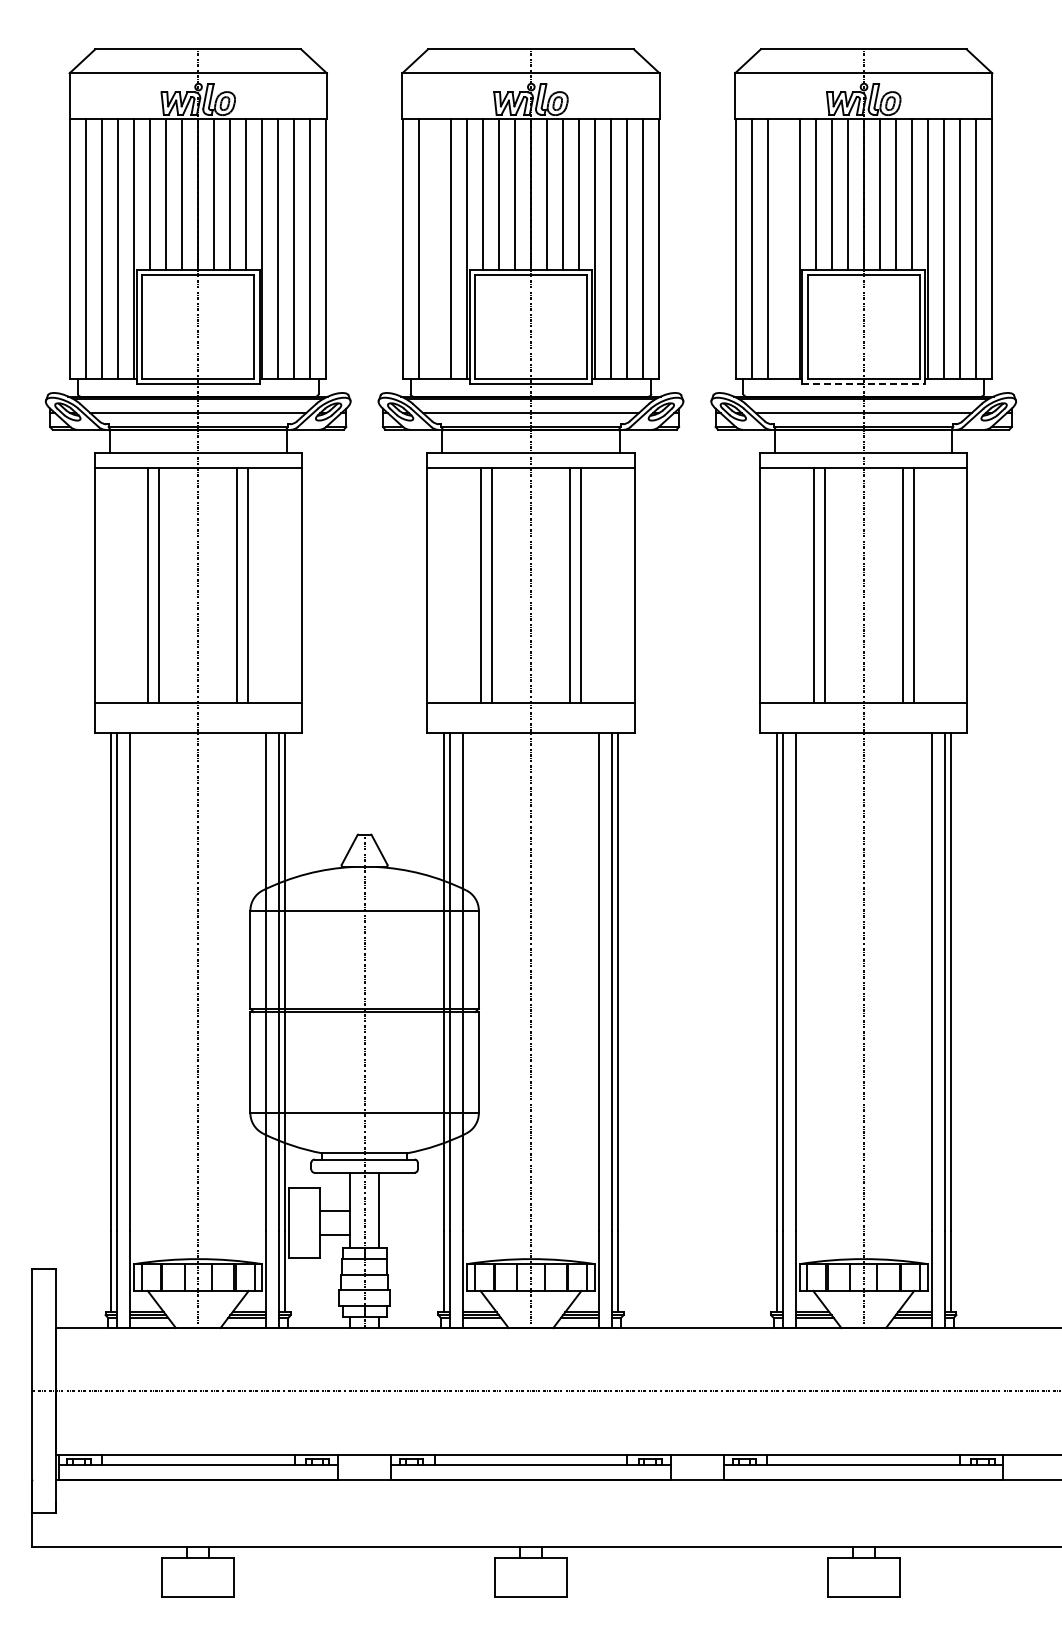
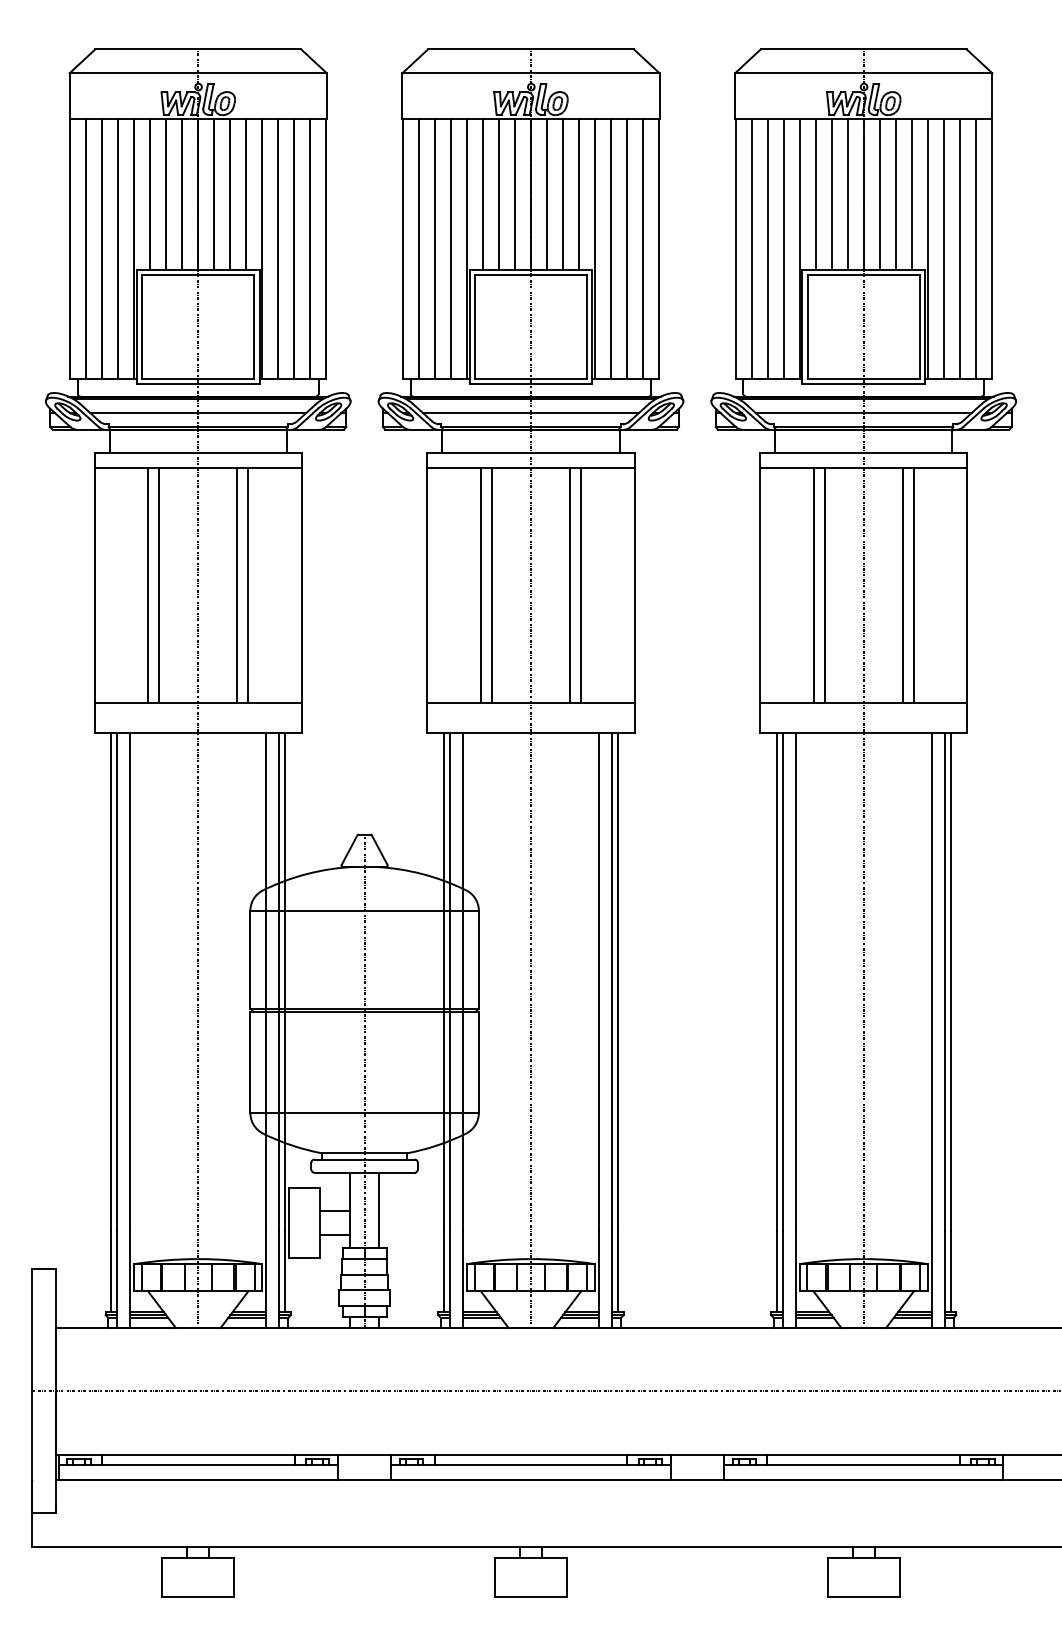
line at (434, 248): none -> present
line at (783, 248): none -> present
line at (864, 384): dashed -> solid
